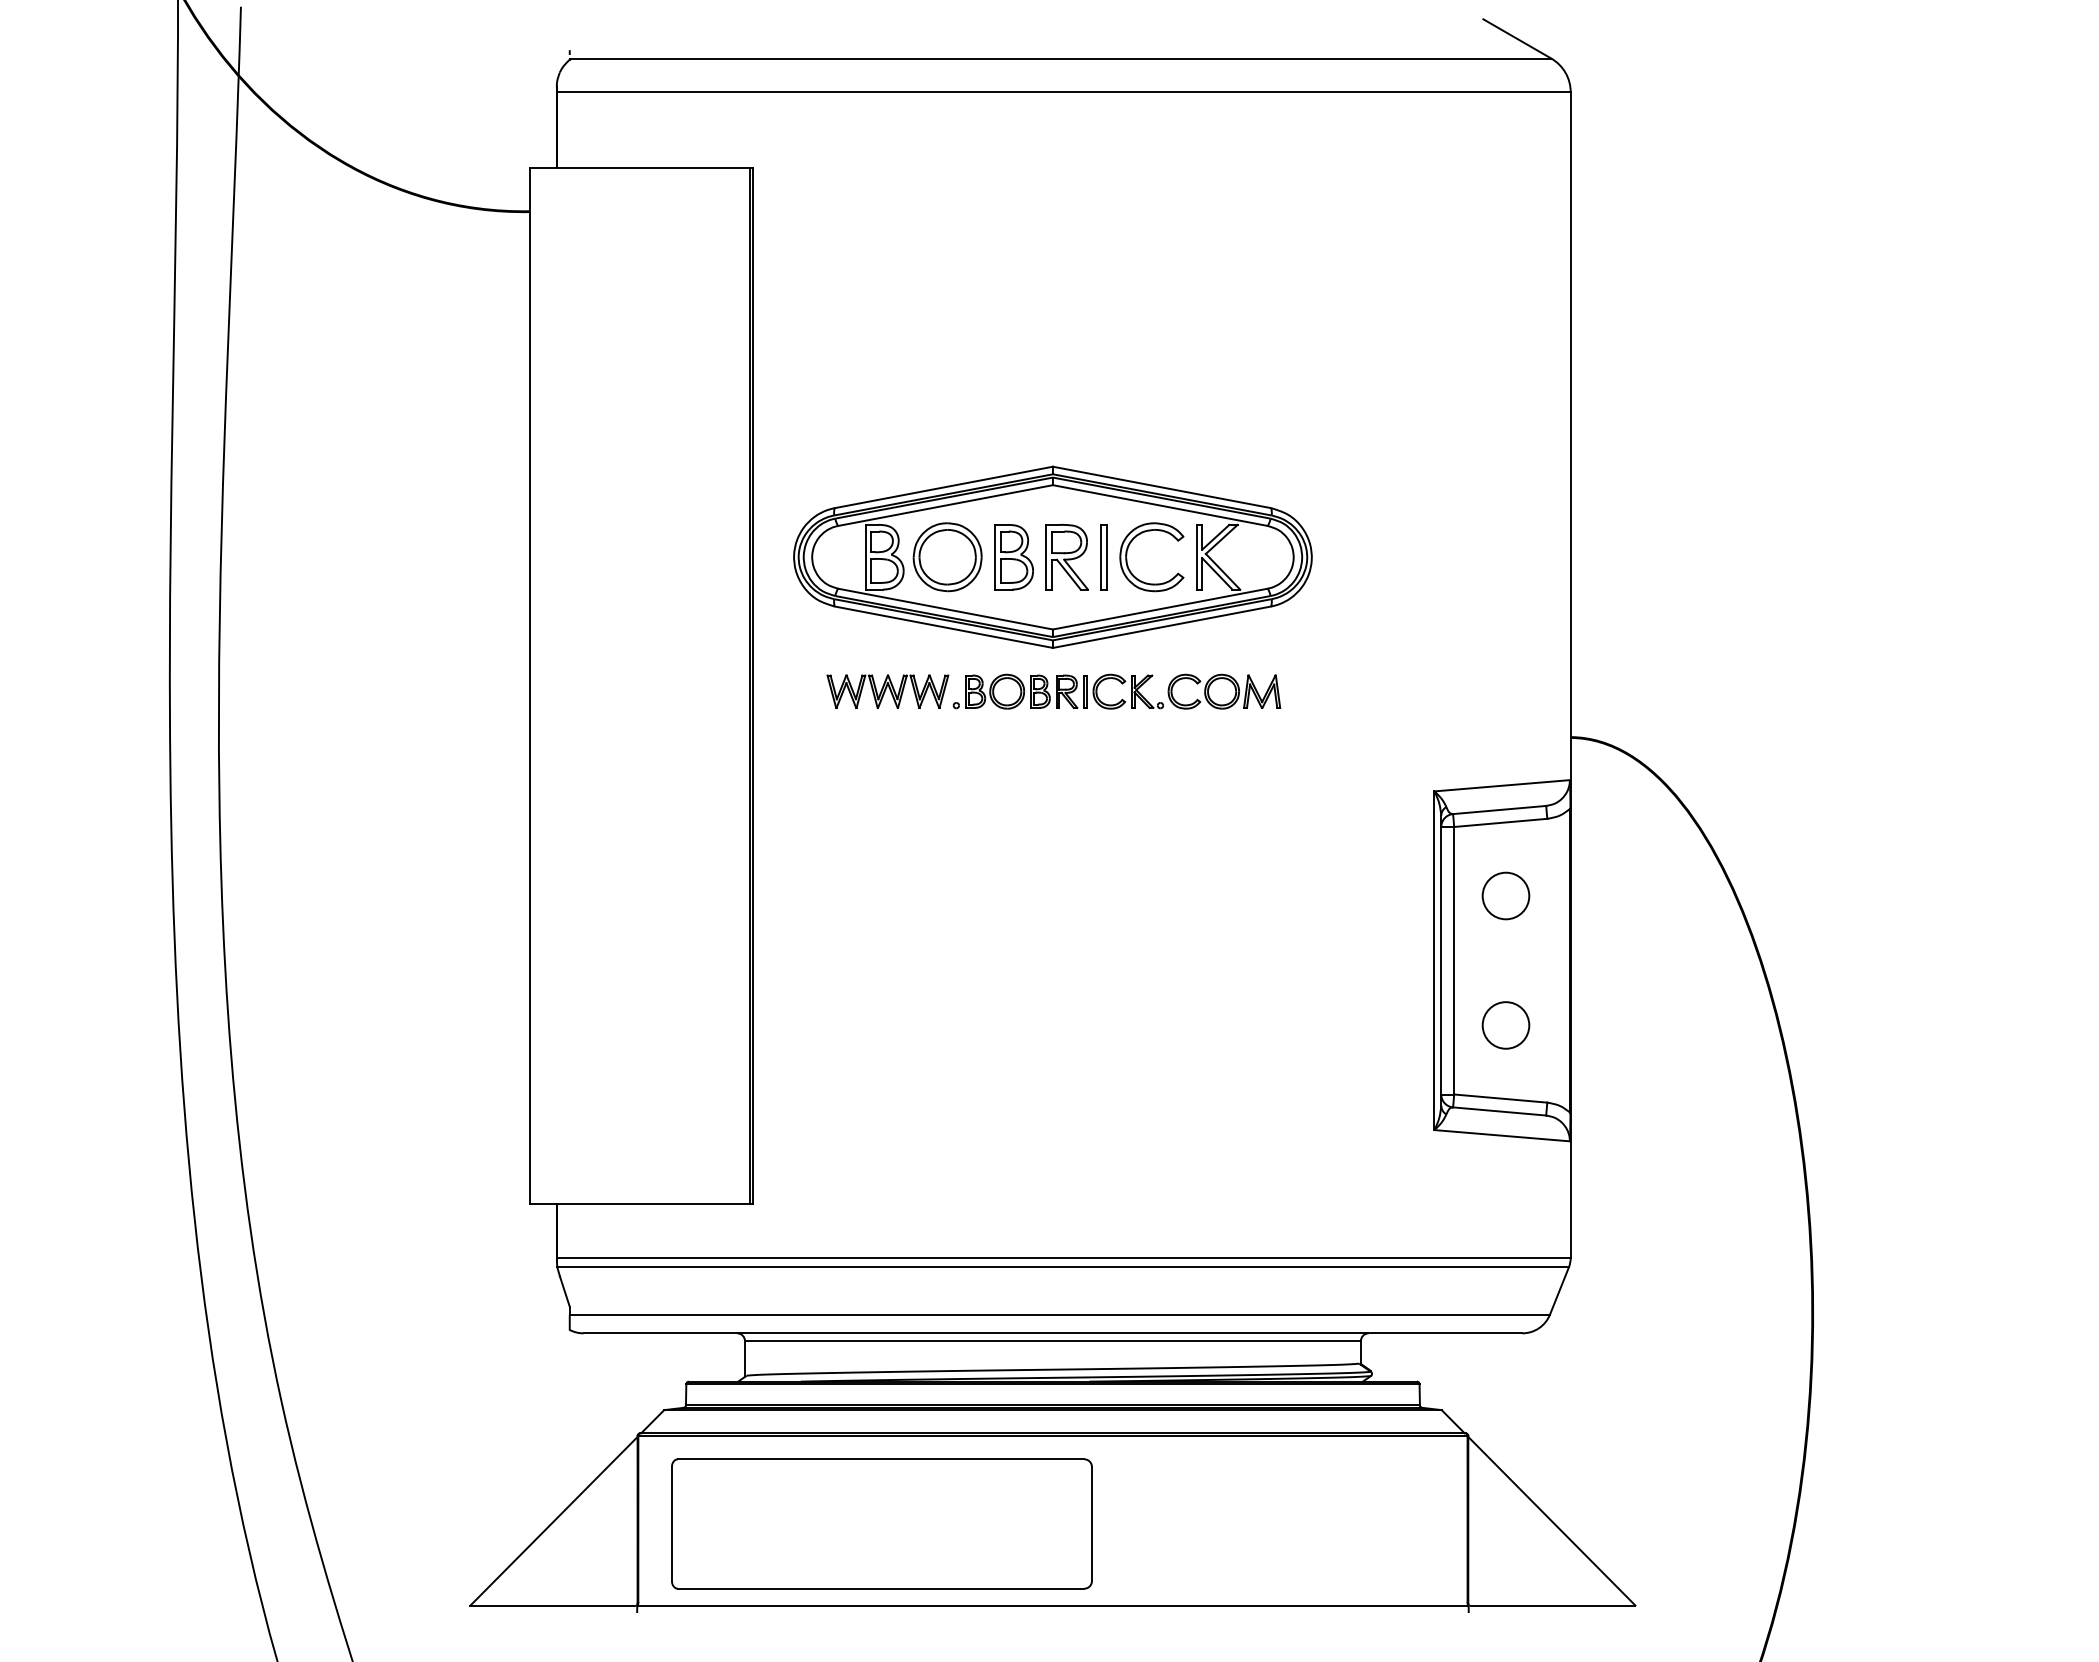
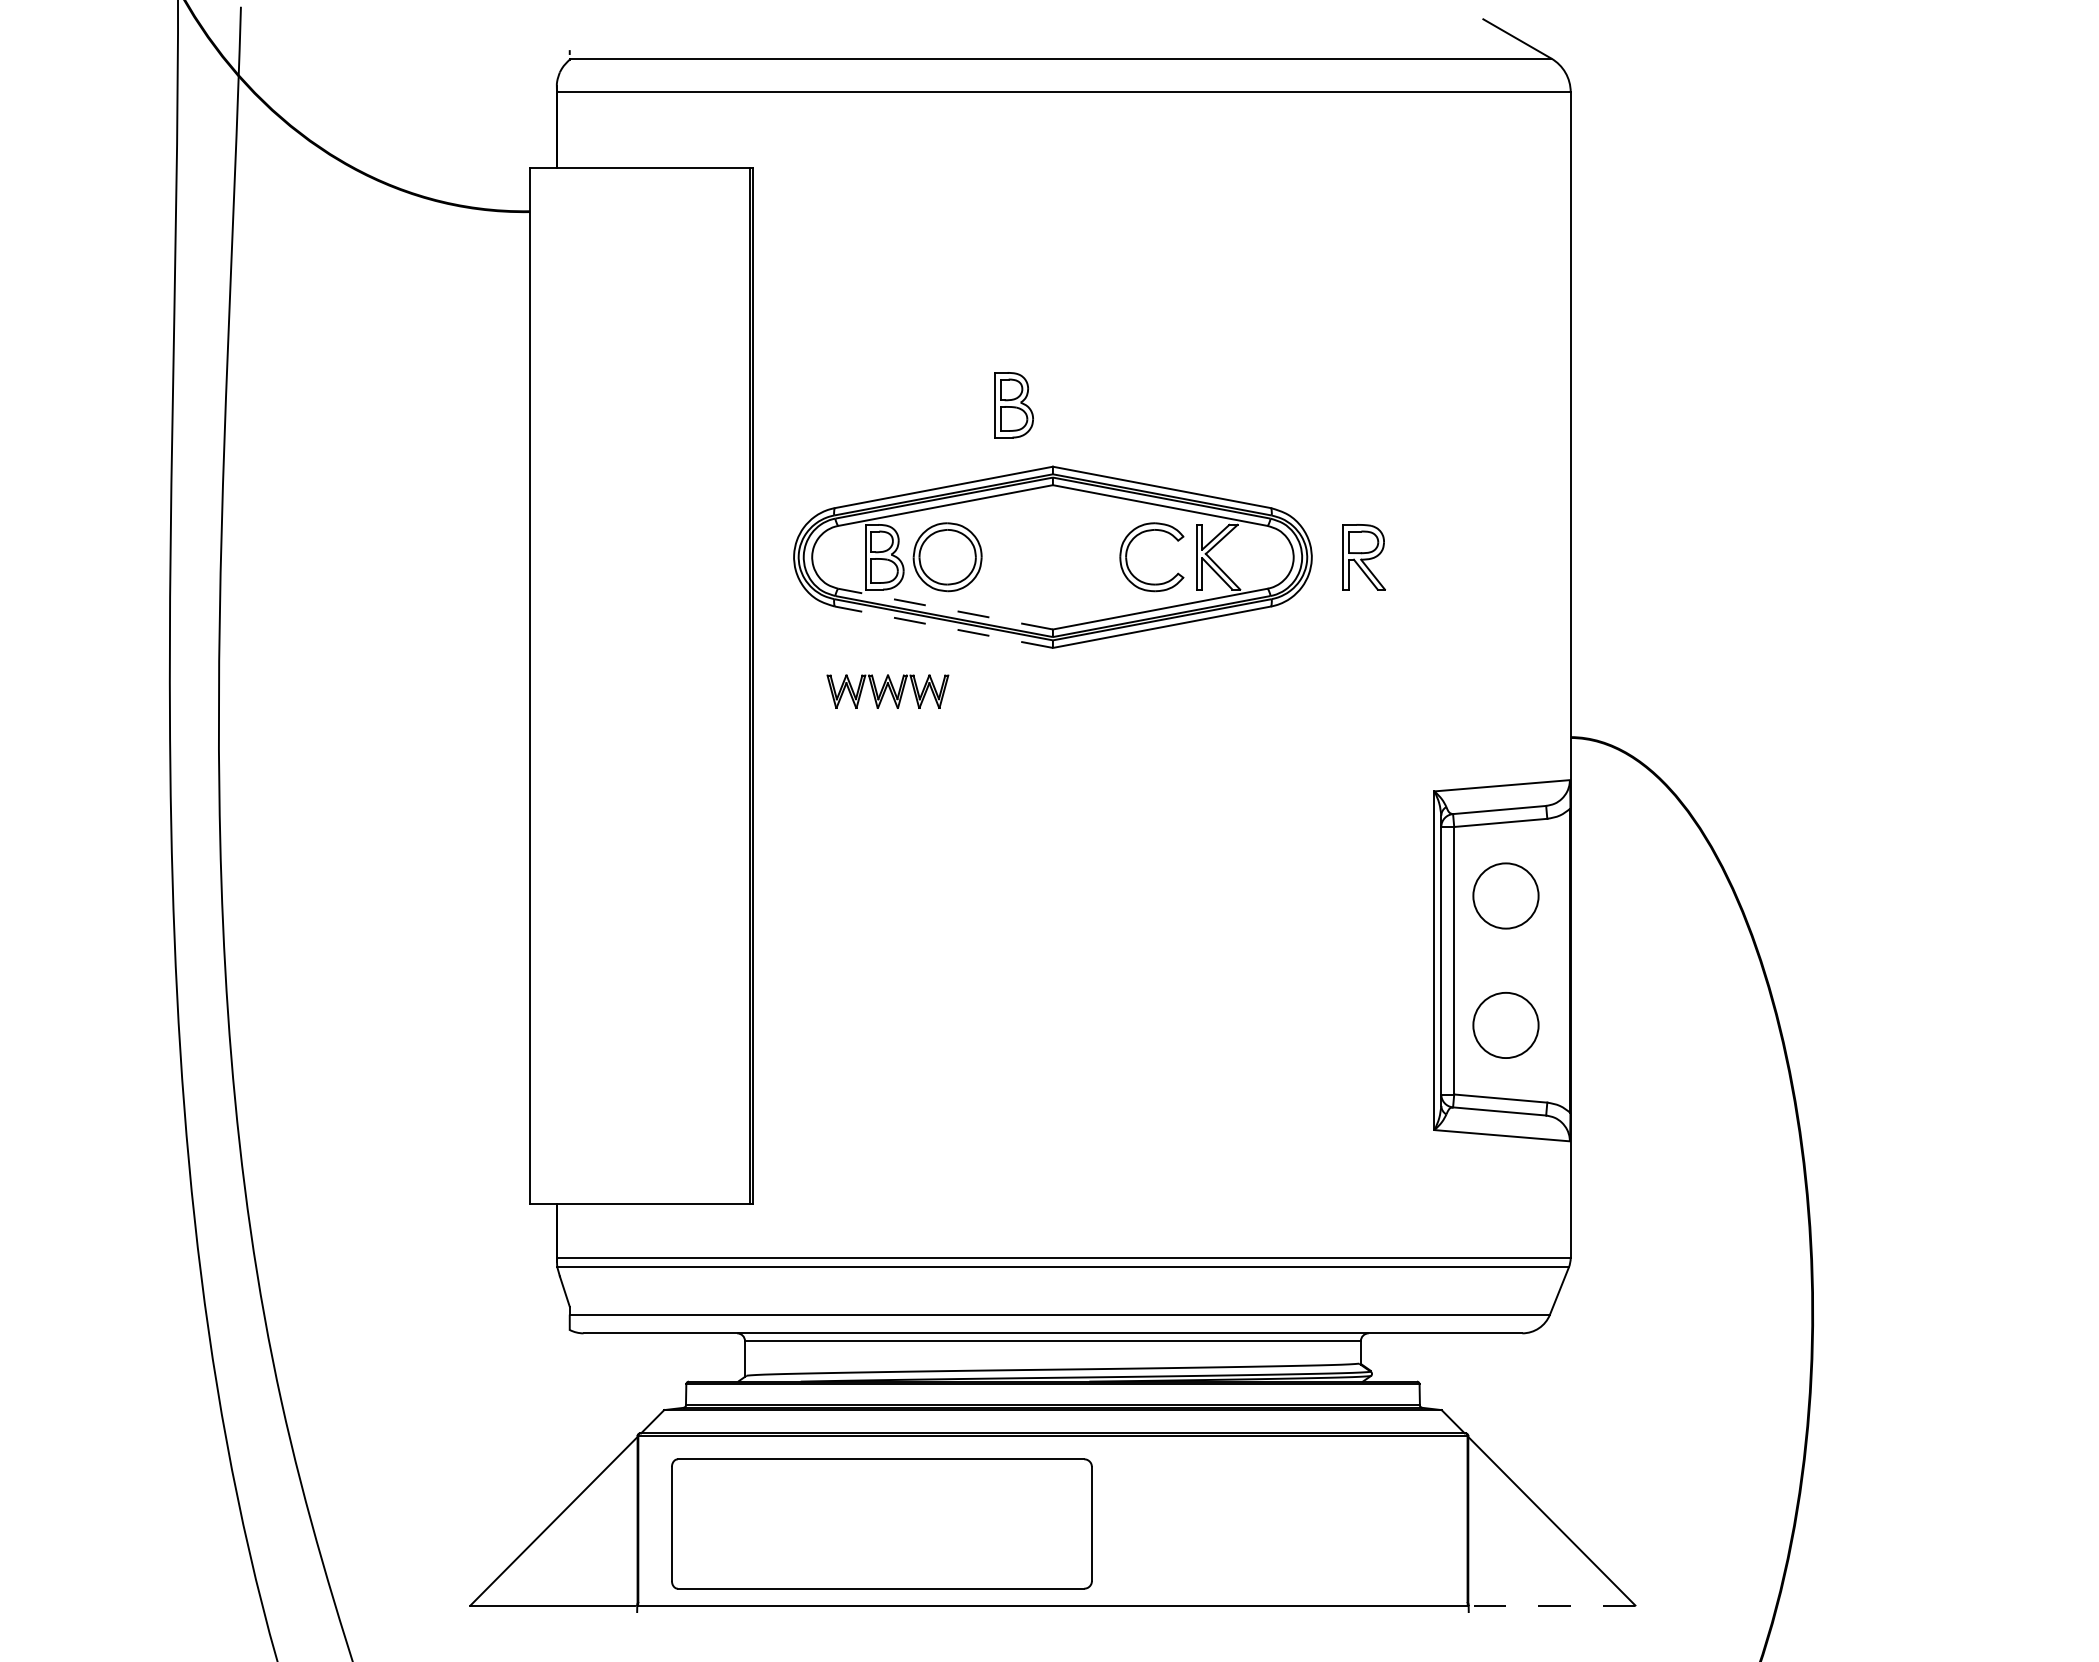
part at (1013, 557) position: (1013, 557) -> (1013, 405)
part at (1066, 557) position: (1066, 557) -> (1363, 557)
part at (1103, 557): present -> none
line at (945, 609): solid -> dashed
line at (943, 627): solid -> dashed
part at (1122, 684): present -> none
circle at (1505, 895) diameter: 47 px -> 65 px
circle at (1505, 1025) diameter: 47 px -> 65 px
line at (1552, 1605): solid -> dashed
